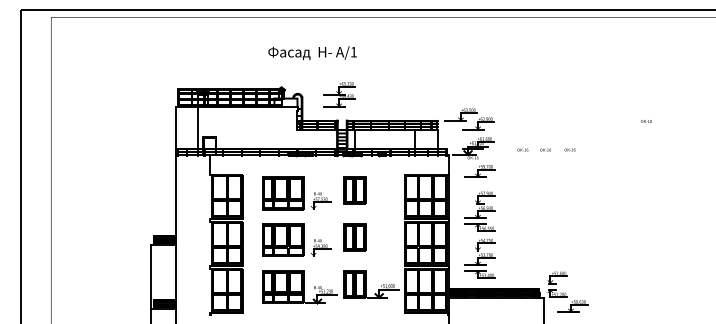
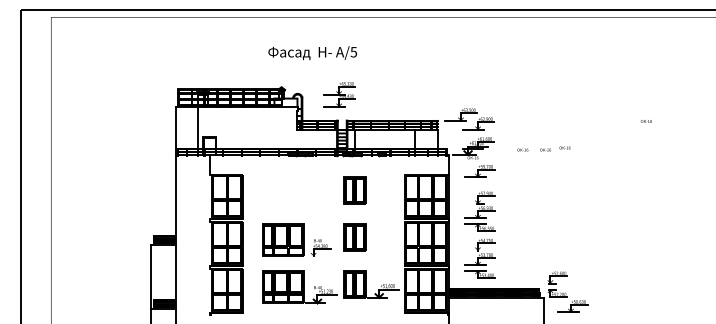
text at (353, 52): /1 -> /5
text at (569, 149) position: (569, 149) -> (564, 147)
part at (296, 193): present -> none
